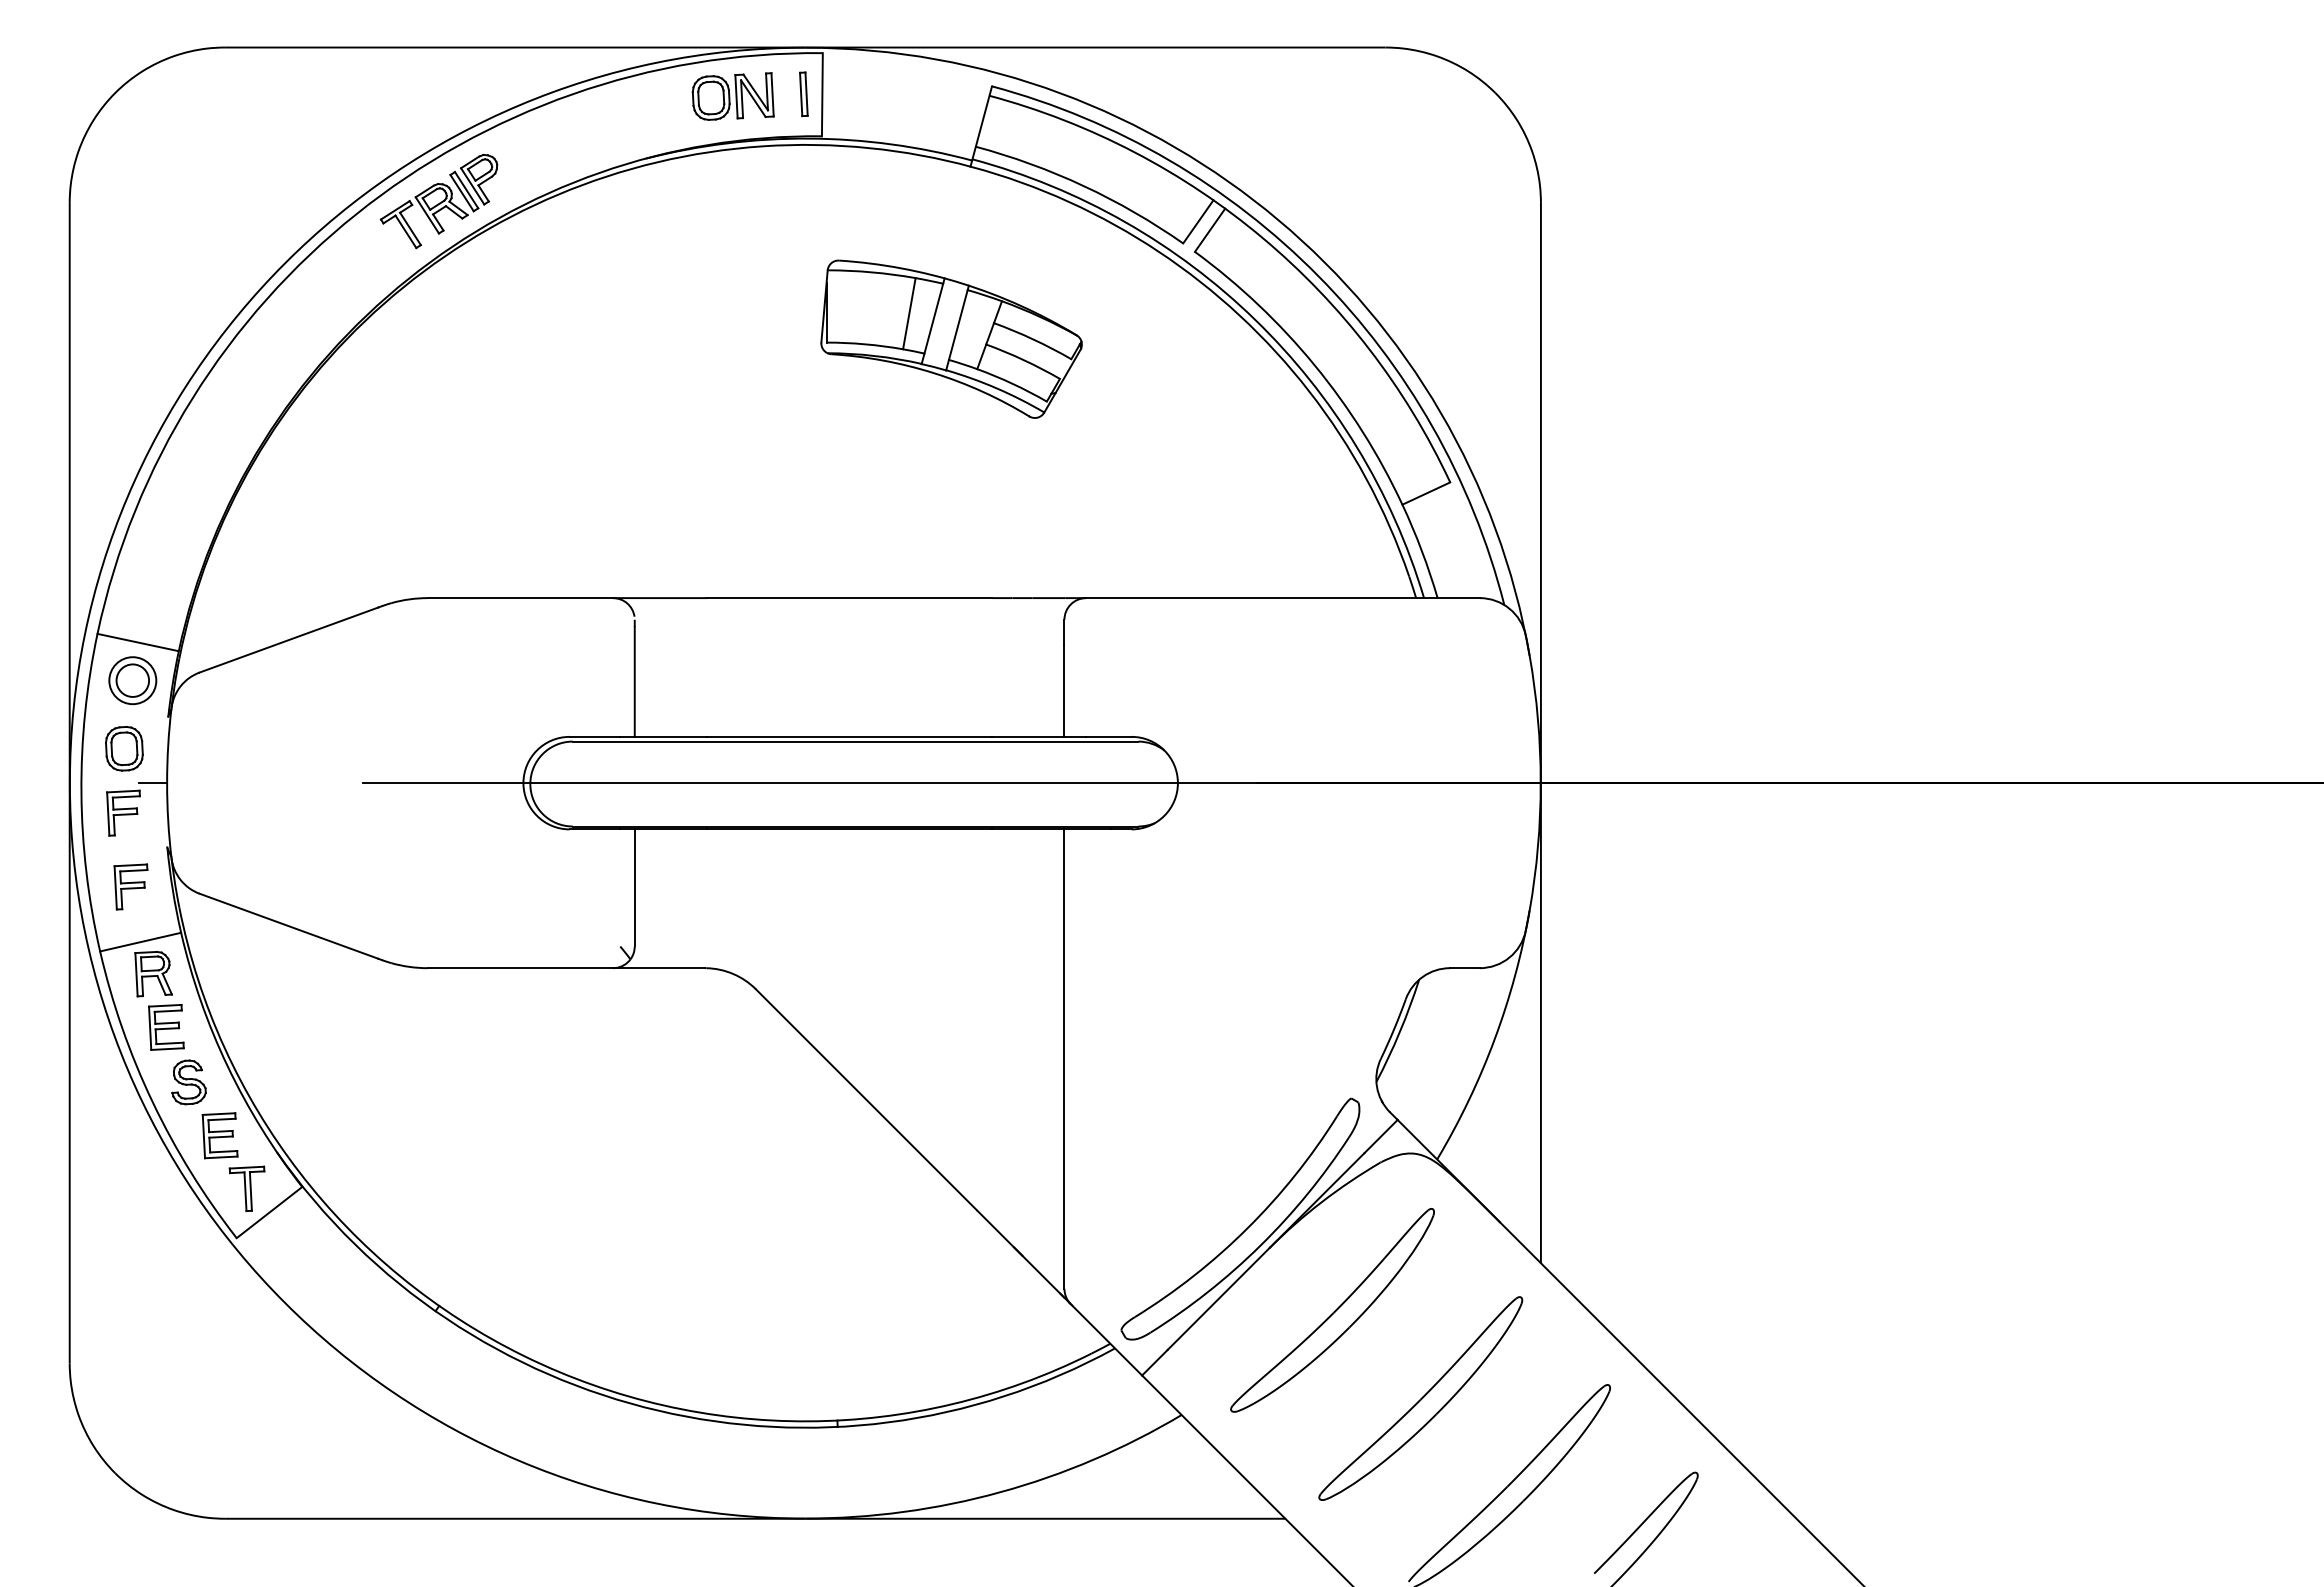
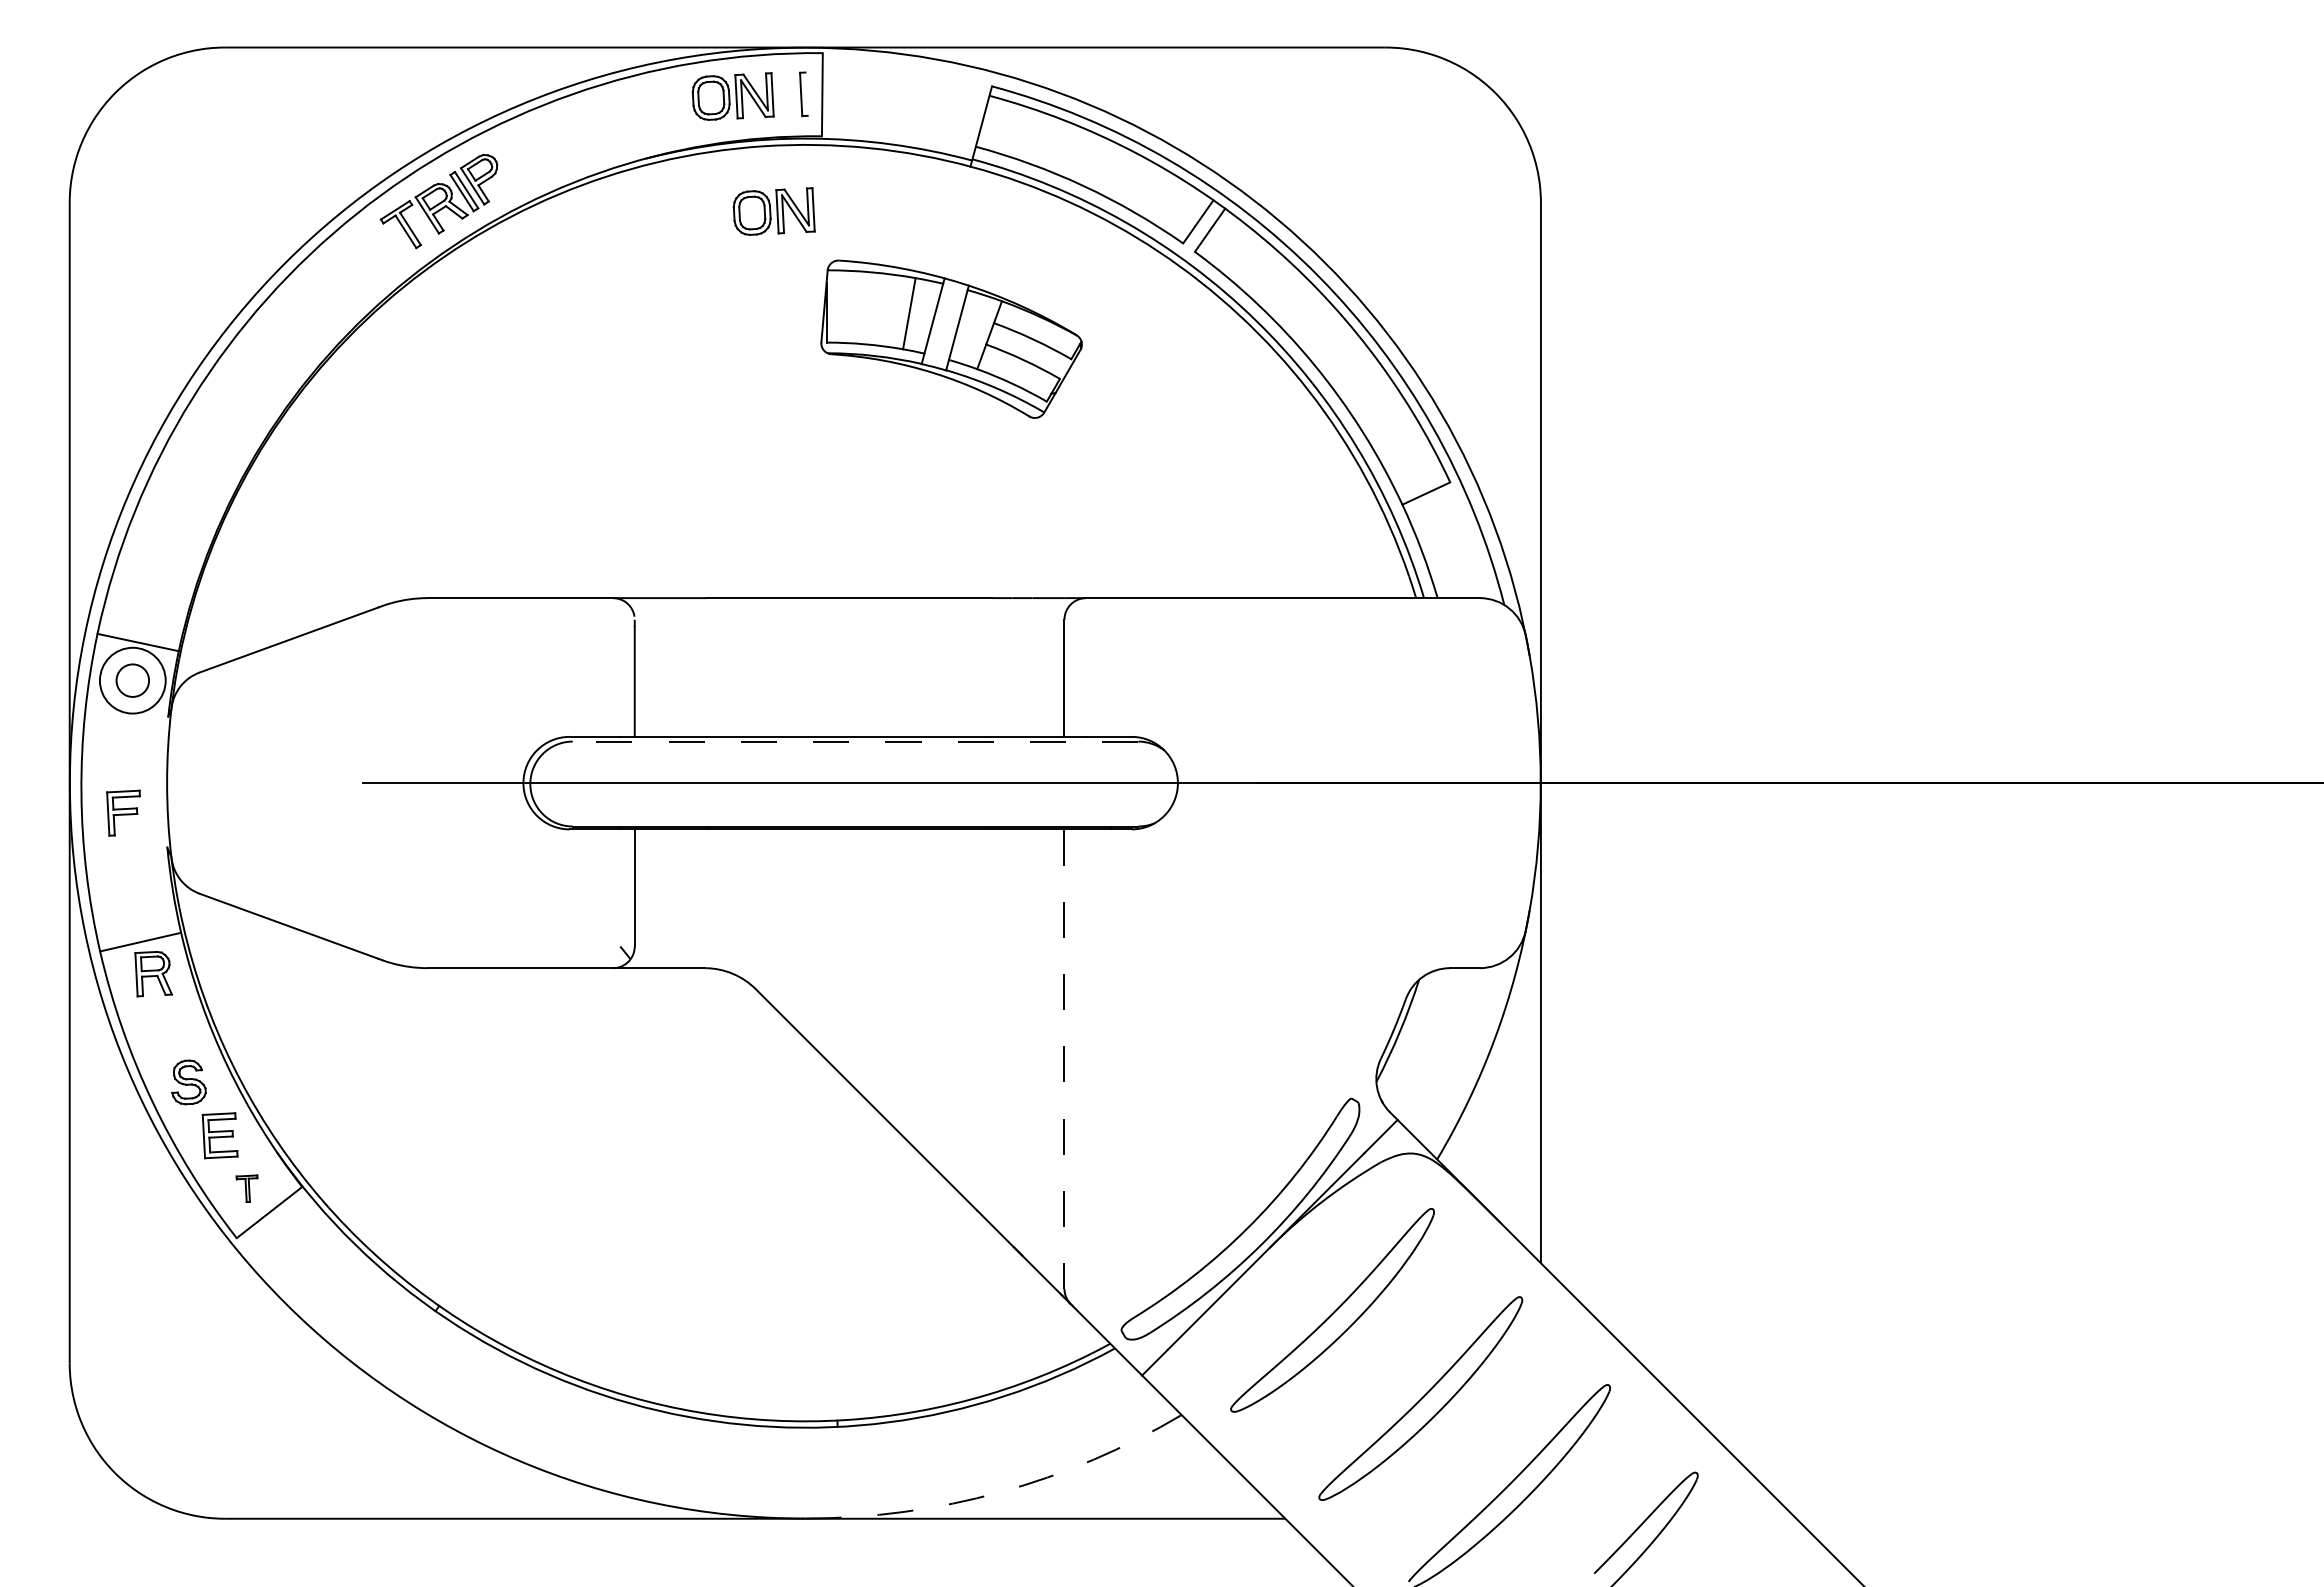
line at (806, 93): present -> none
part at (773, 211): none -> present
circle at (132, 680) diameter: 47 px -> 66 px
line at (855, 741): solid -> dashed
part at (124, 748): present -> none
line at (153, 783): present -> none
part at (130, 886): present -> none
part at (166, 1027): present -> none
line at (1064, 1059): solid -> dashed
part at (246, 1188) size: 38x47 px -> 24x29 px
arc at (1000, 1492): solid -> dashed
